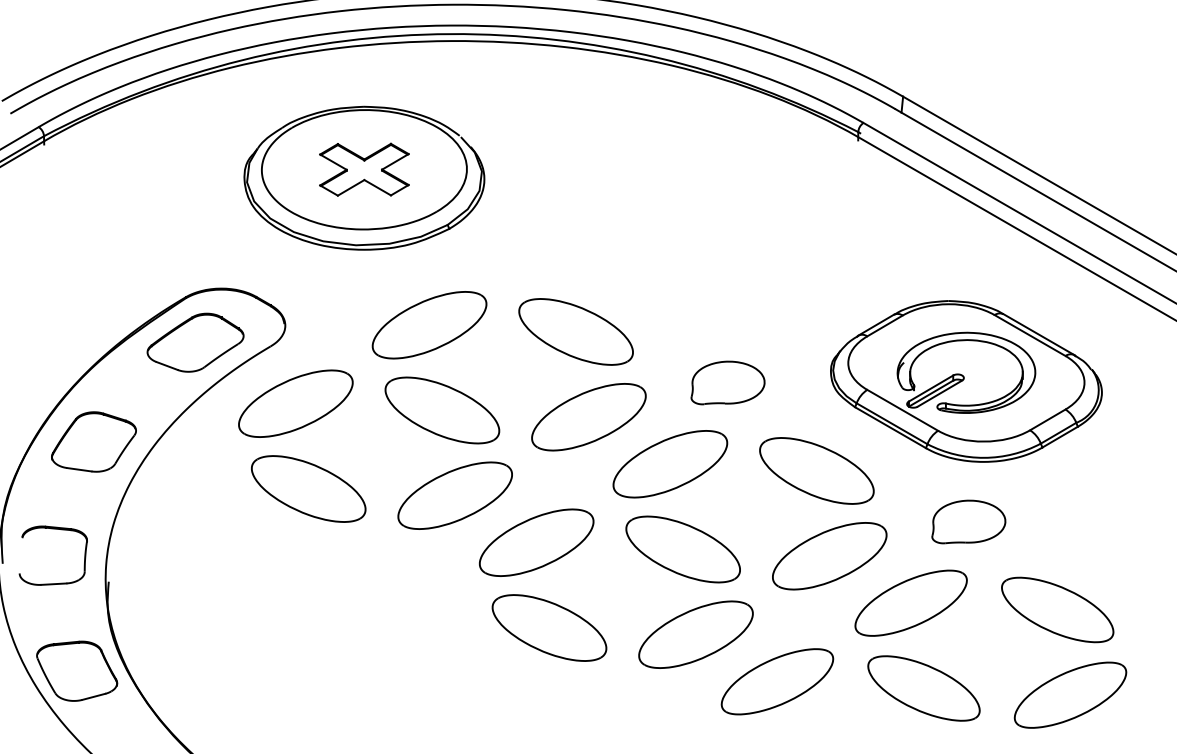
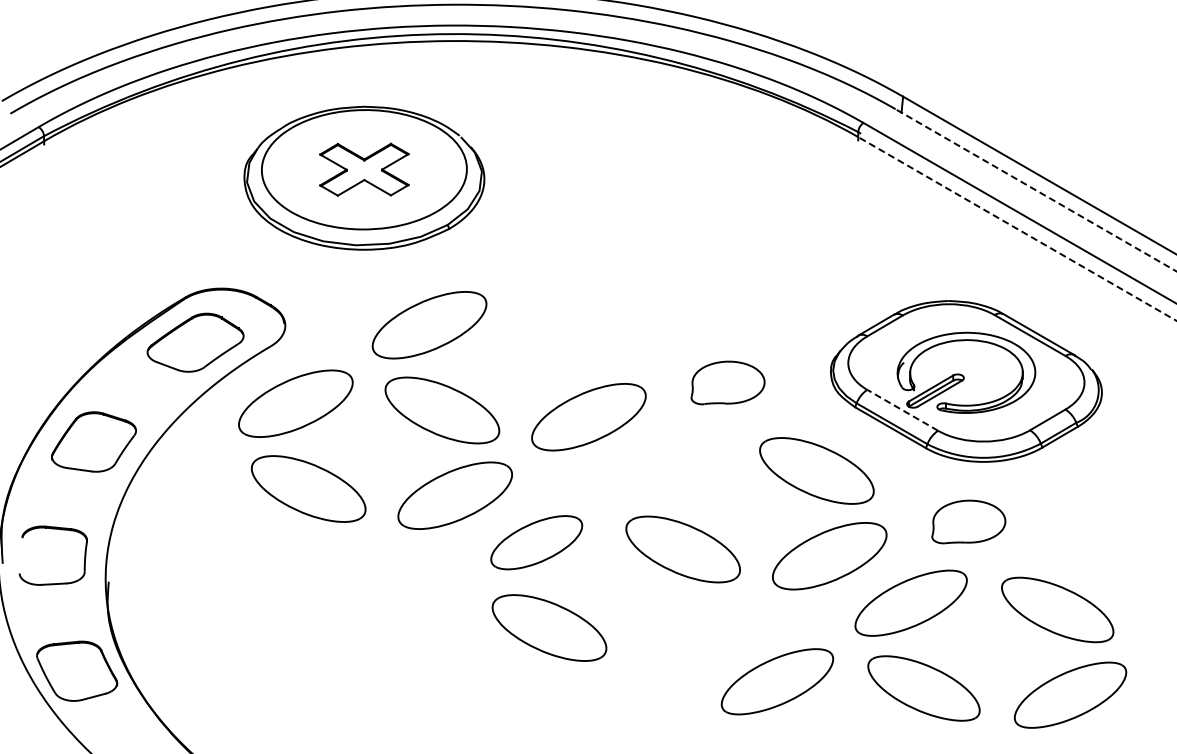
line at (1035, 190): solid -> dashed
line at (1017, 229): solid -> dashed
part at (575, 331): present -> none
line at (902, 410): solid -> dashed
part at (670, 464): present -> none
part at (536, 542) size: 116x69 px -> 94x56 px
part at (695, 634): present -> none
